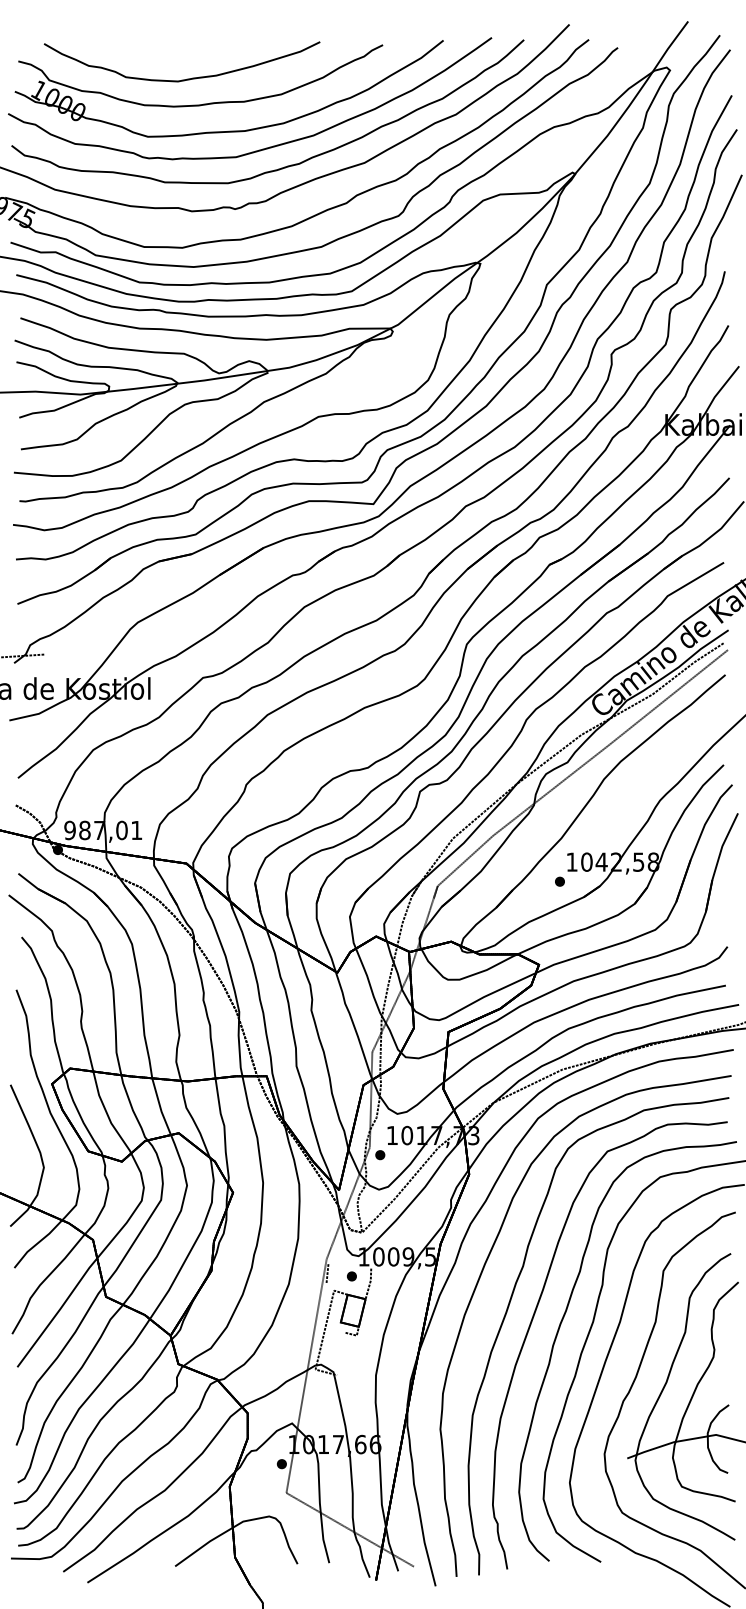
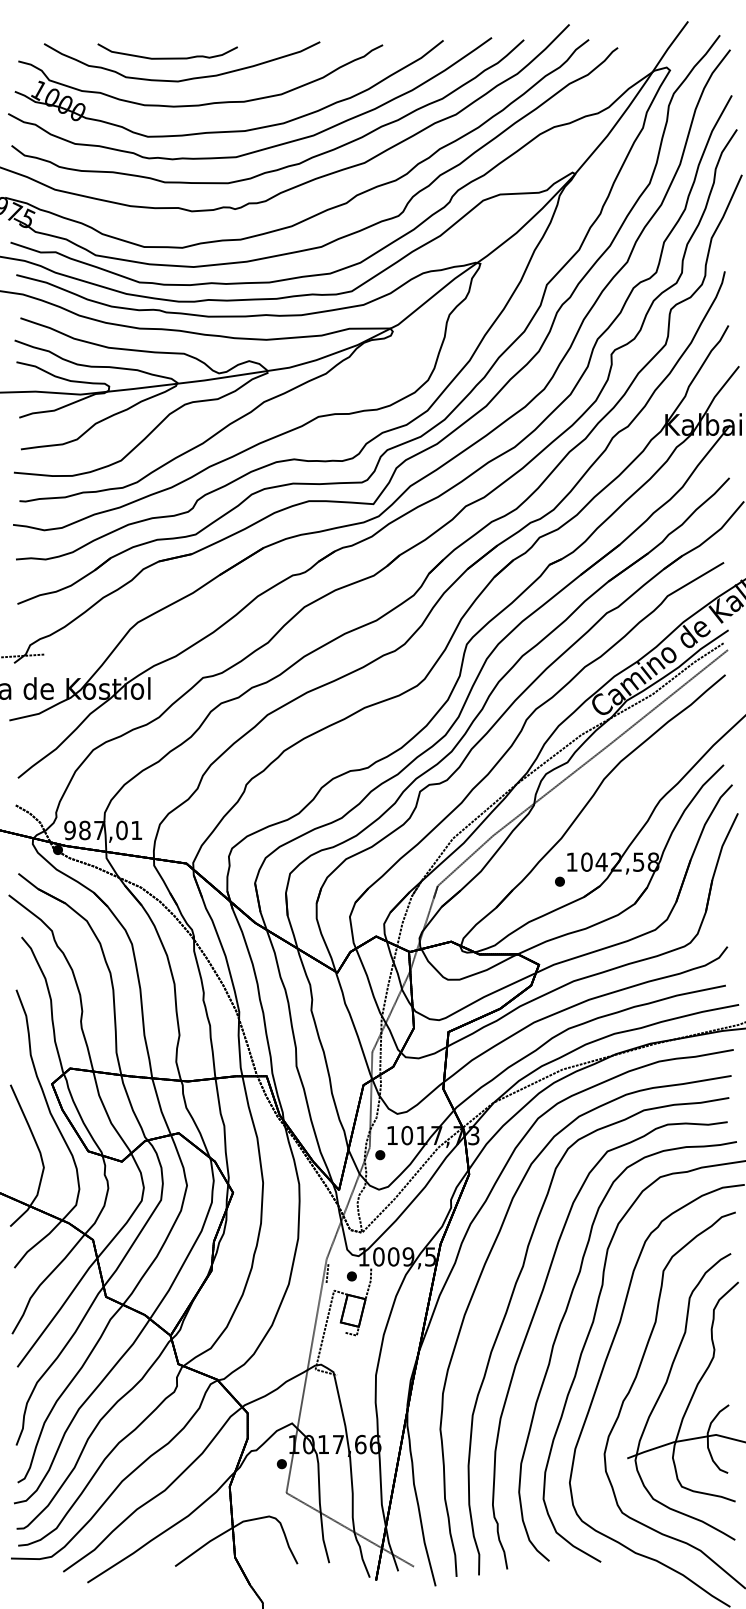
curve at (167, 57): none -> present
